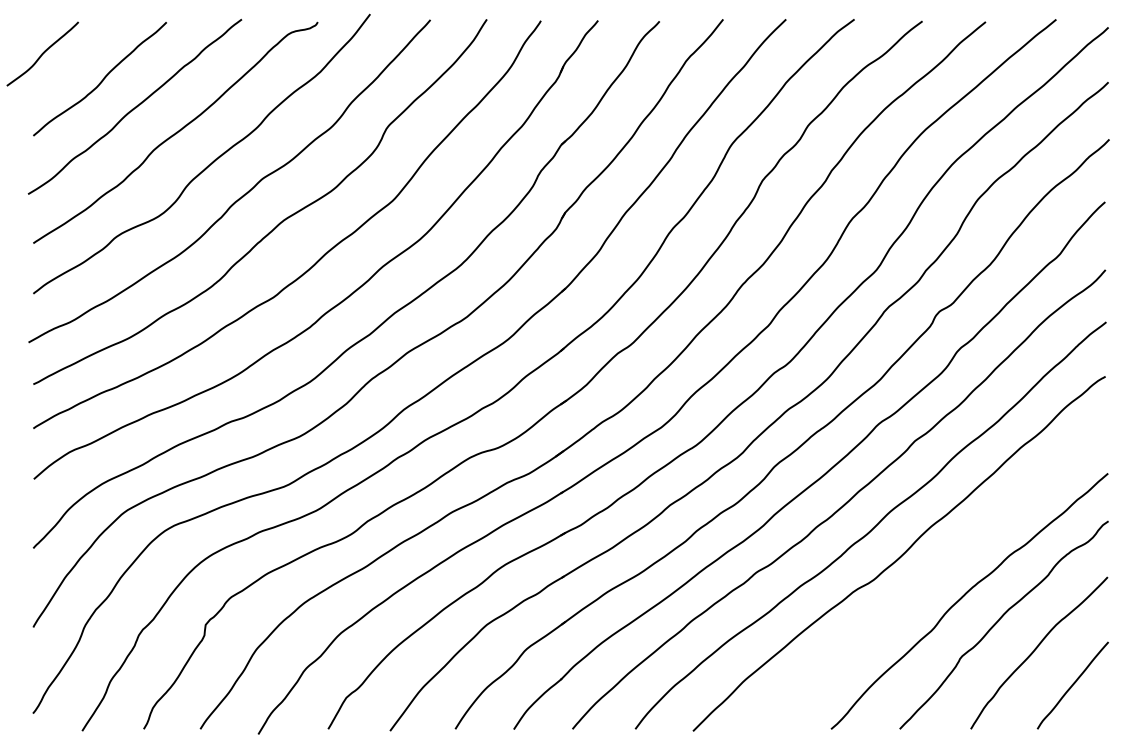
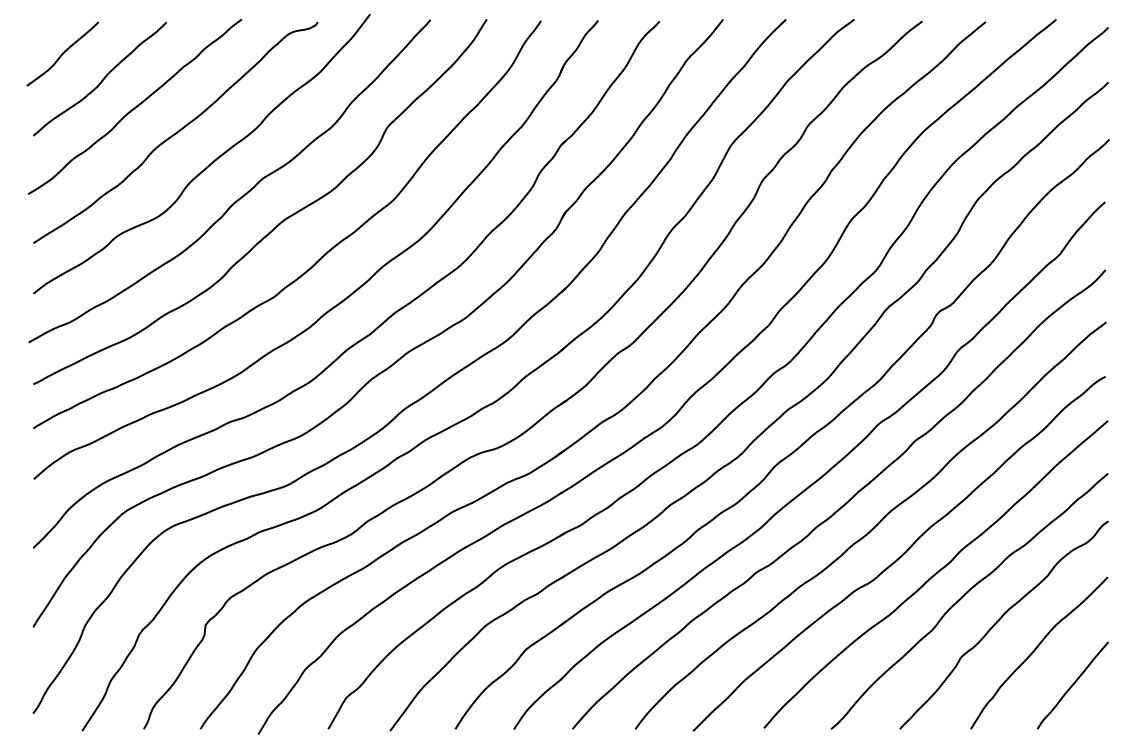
curve at (42, 53) position: (42, 53) -> (62, 53)
curve at (935, 574): none -> present
